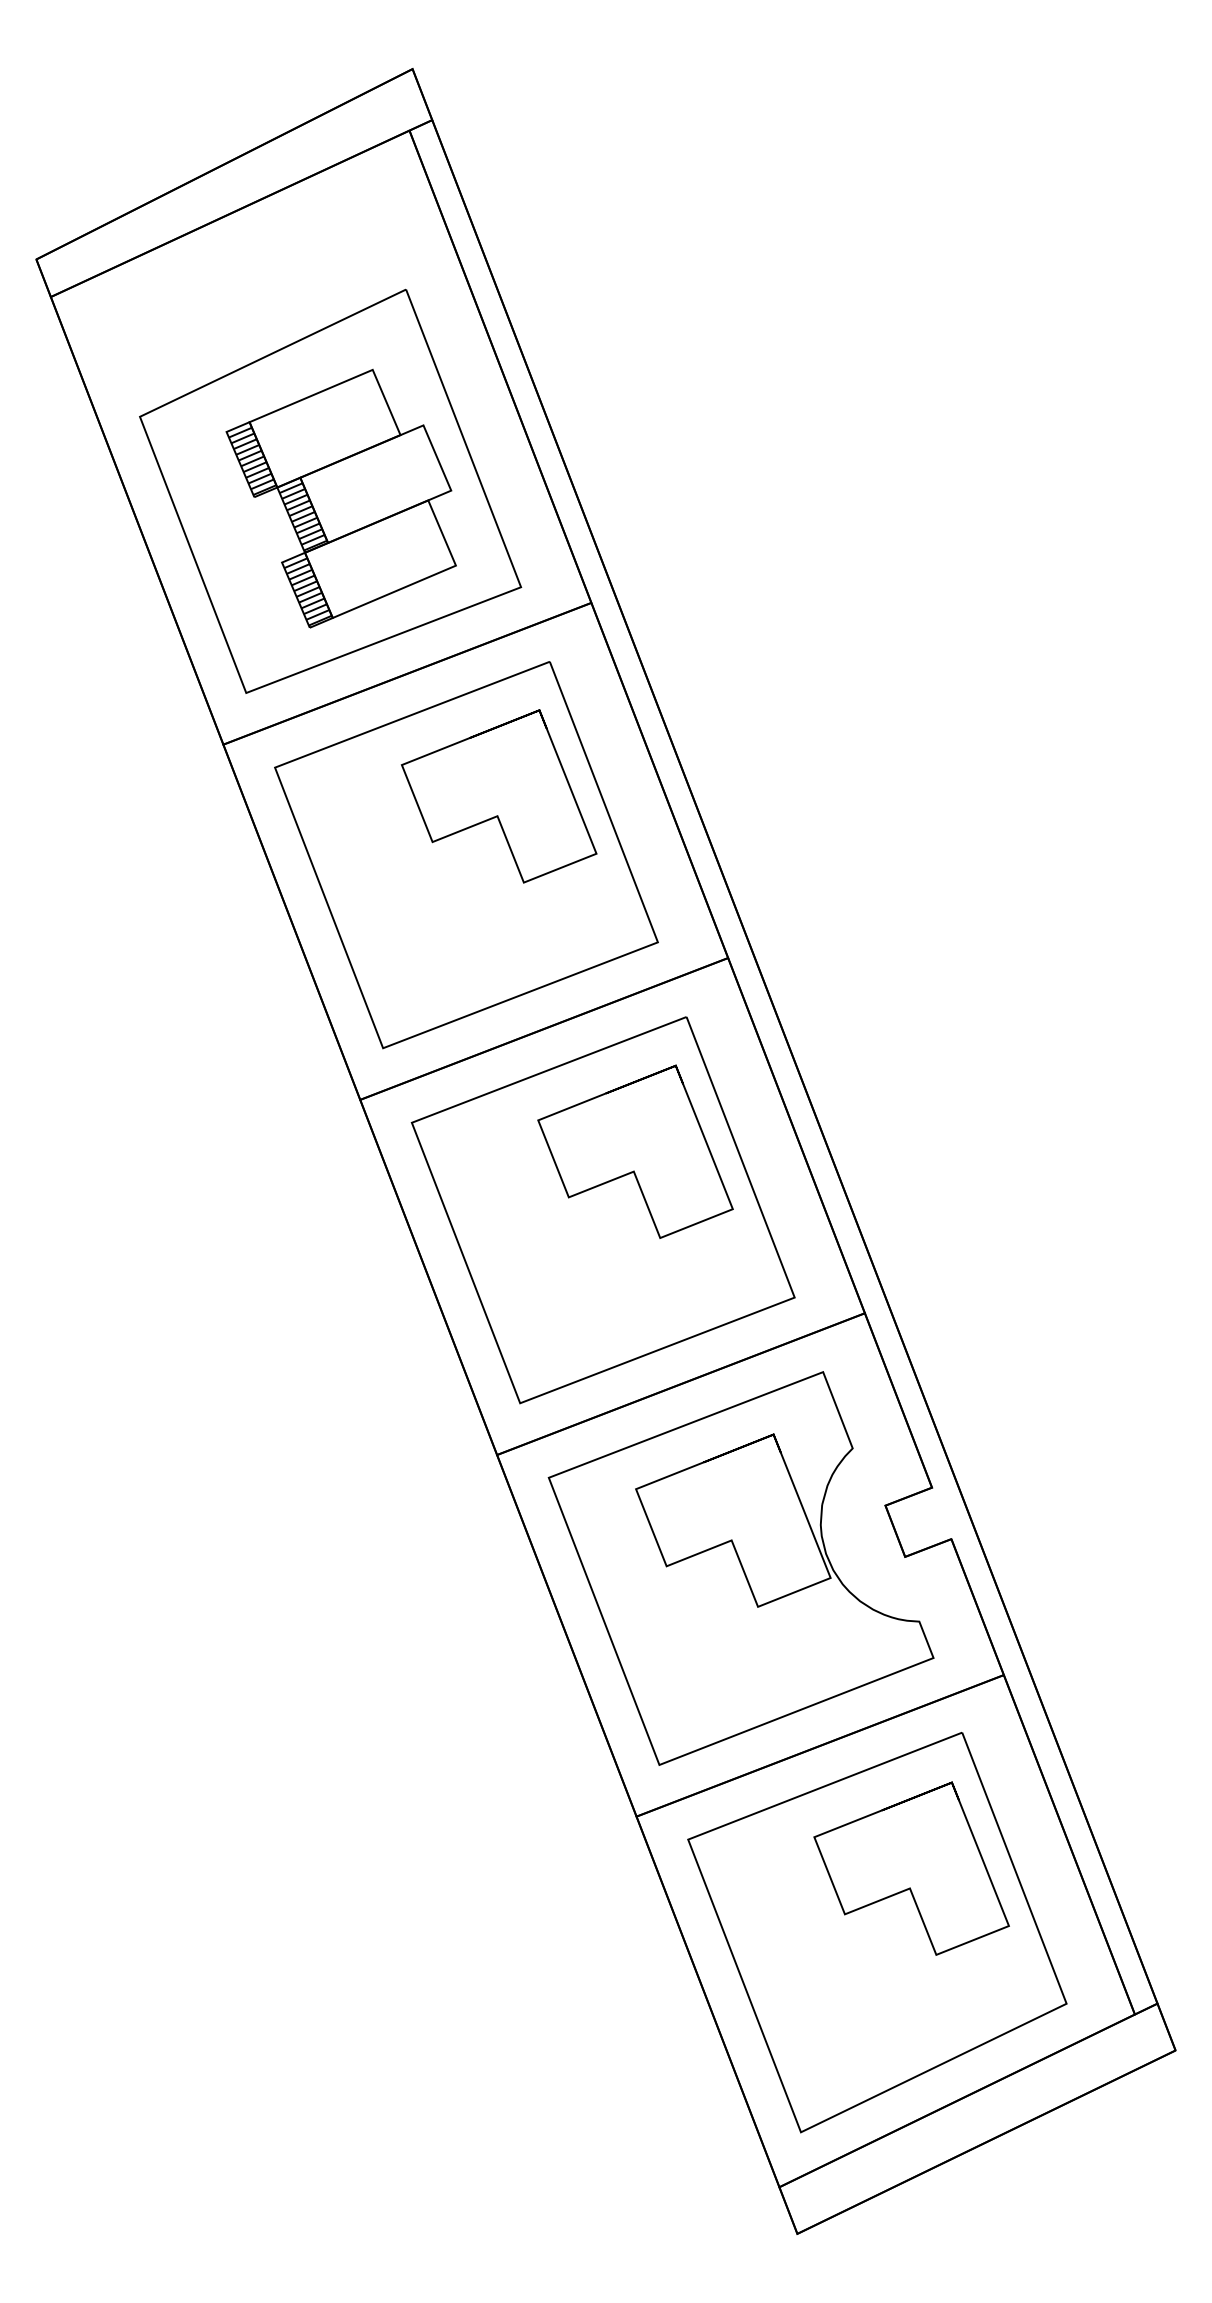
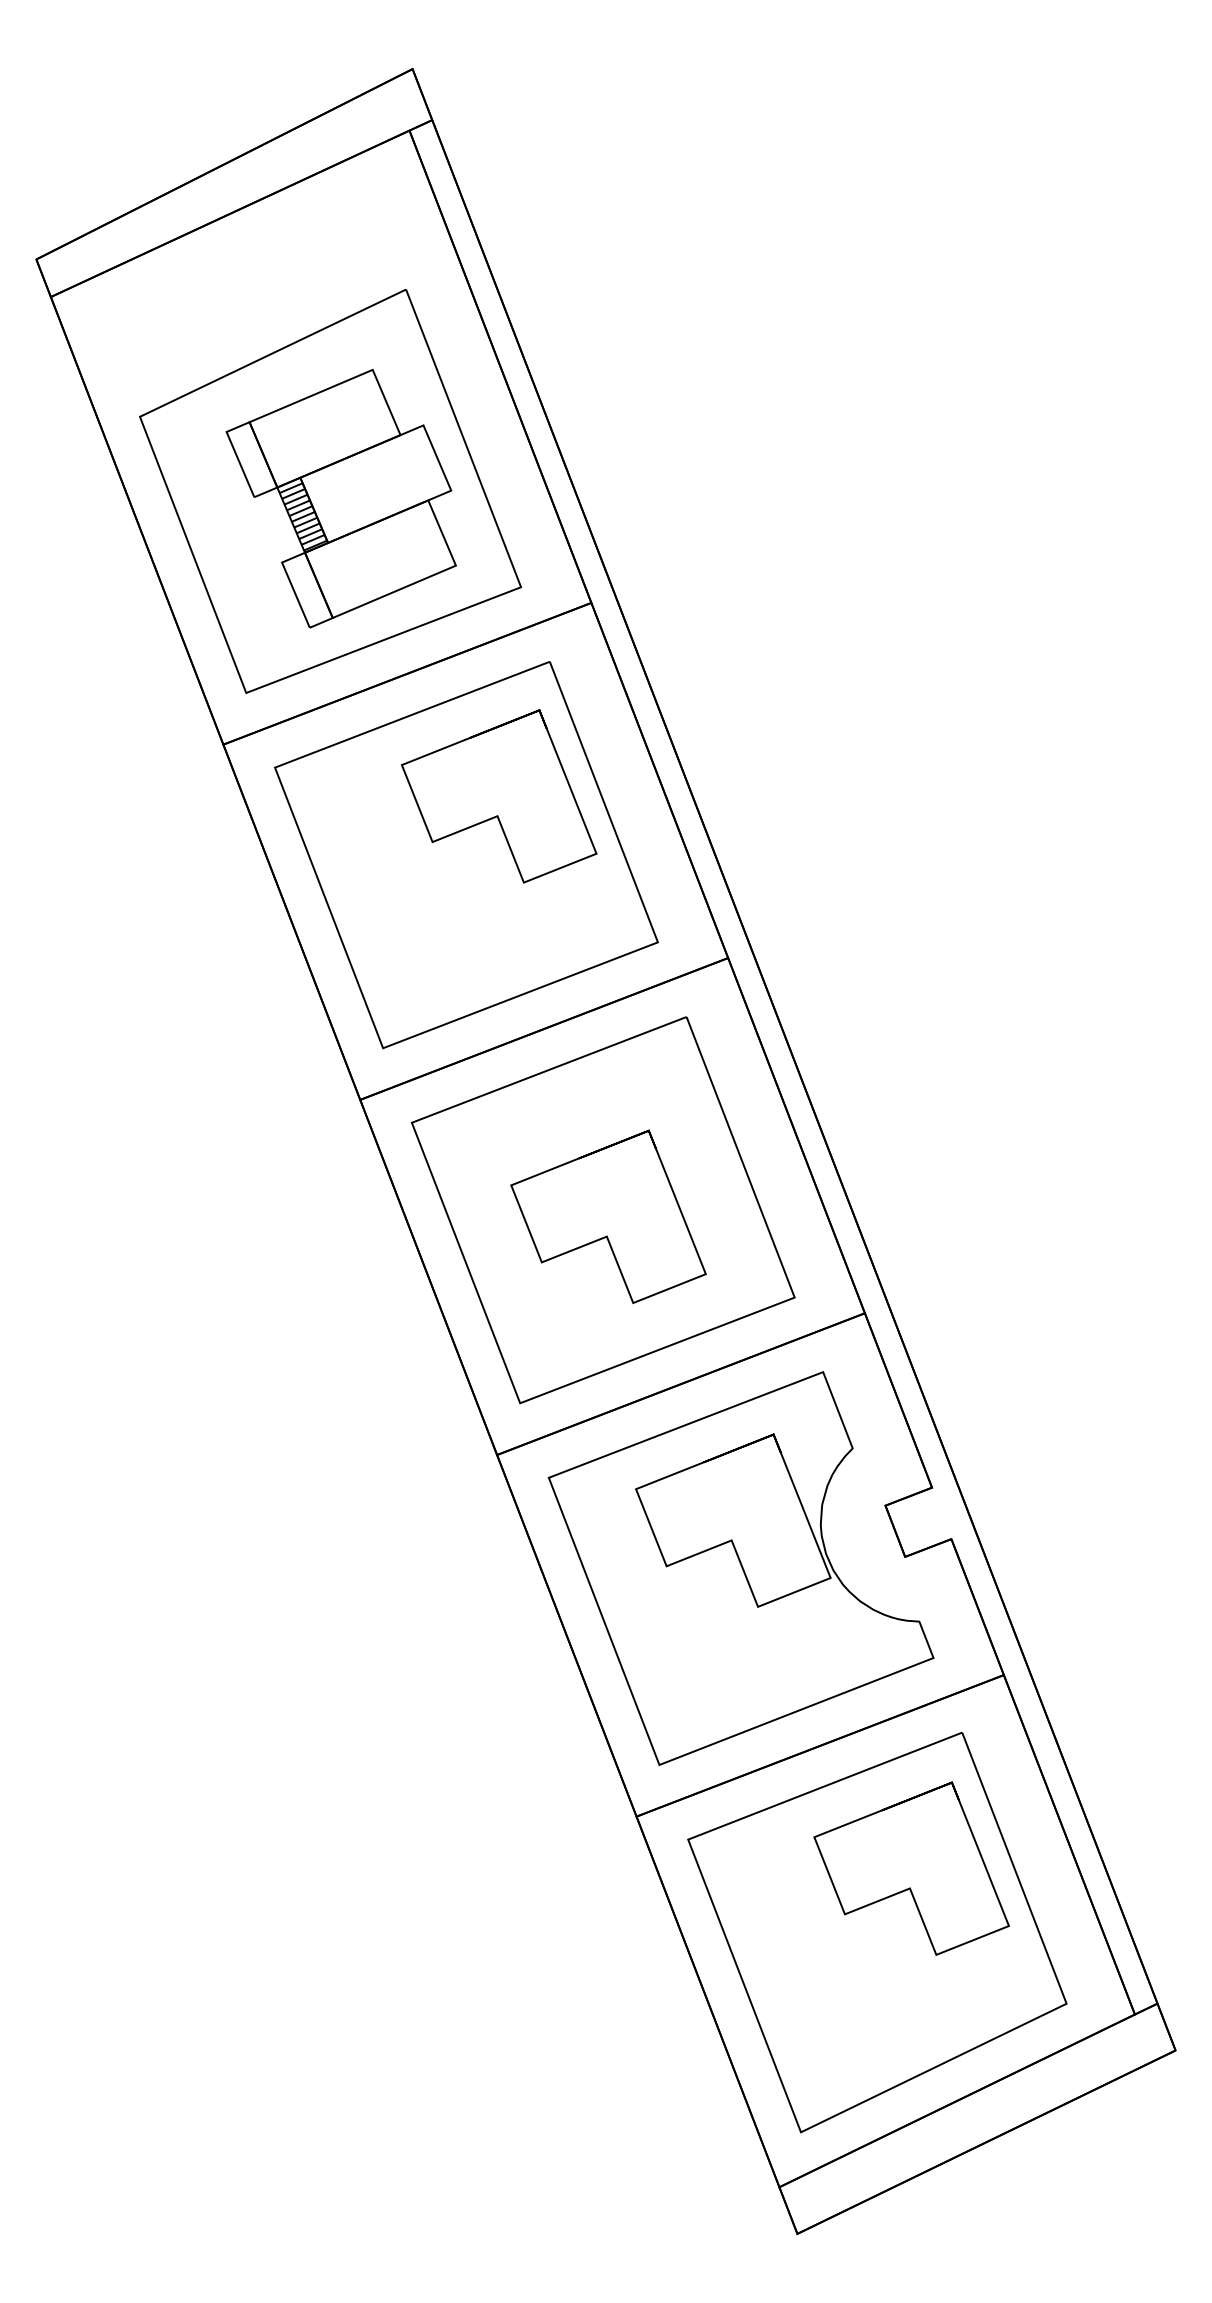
hatch at (252, 460): present -> none
hatch at (307, 591): present -> none
curve at (634, 1170) position: (634, 1170) -> (607, 1235)
